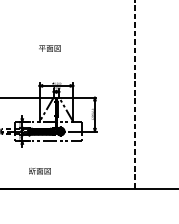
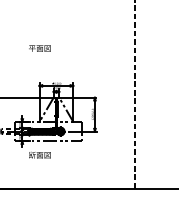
text at (49, 48) position: (49, 48) -> (39, 48)
text at (39, 170) position: (39, 170) -> (39, 154)
